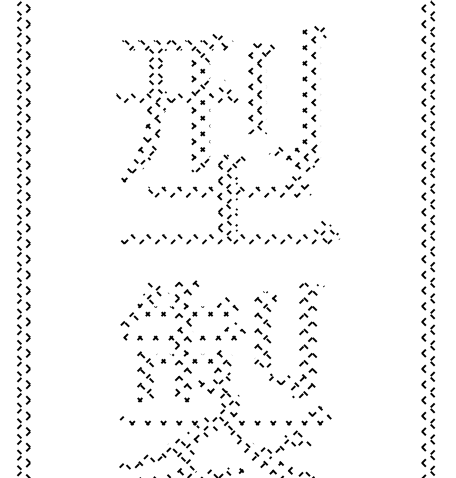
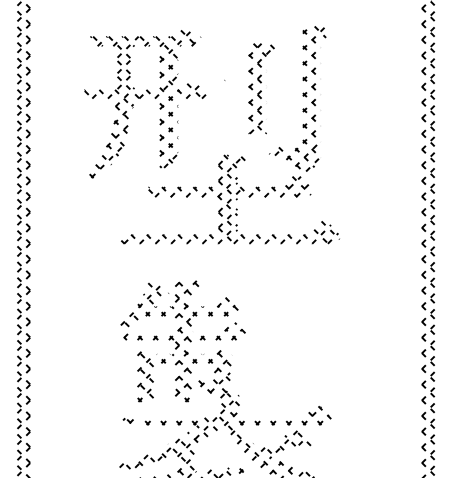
part at (172, 102) position: (172, 102) -> (140, 98)
part at (299, 334): present -> none
part at (127, 420) size: 17x10 px -> 12x6 px
